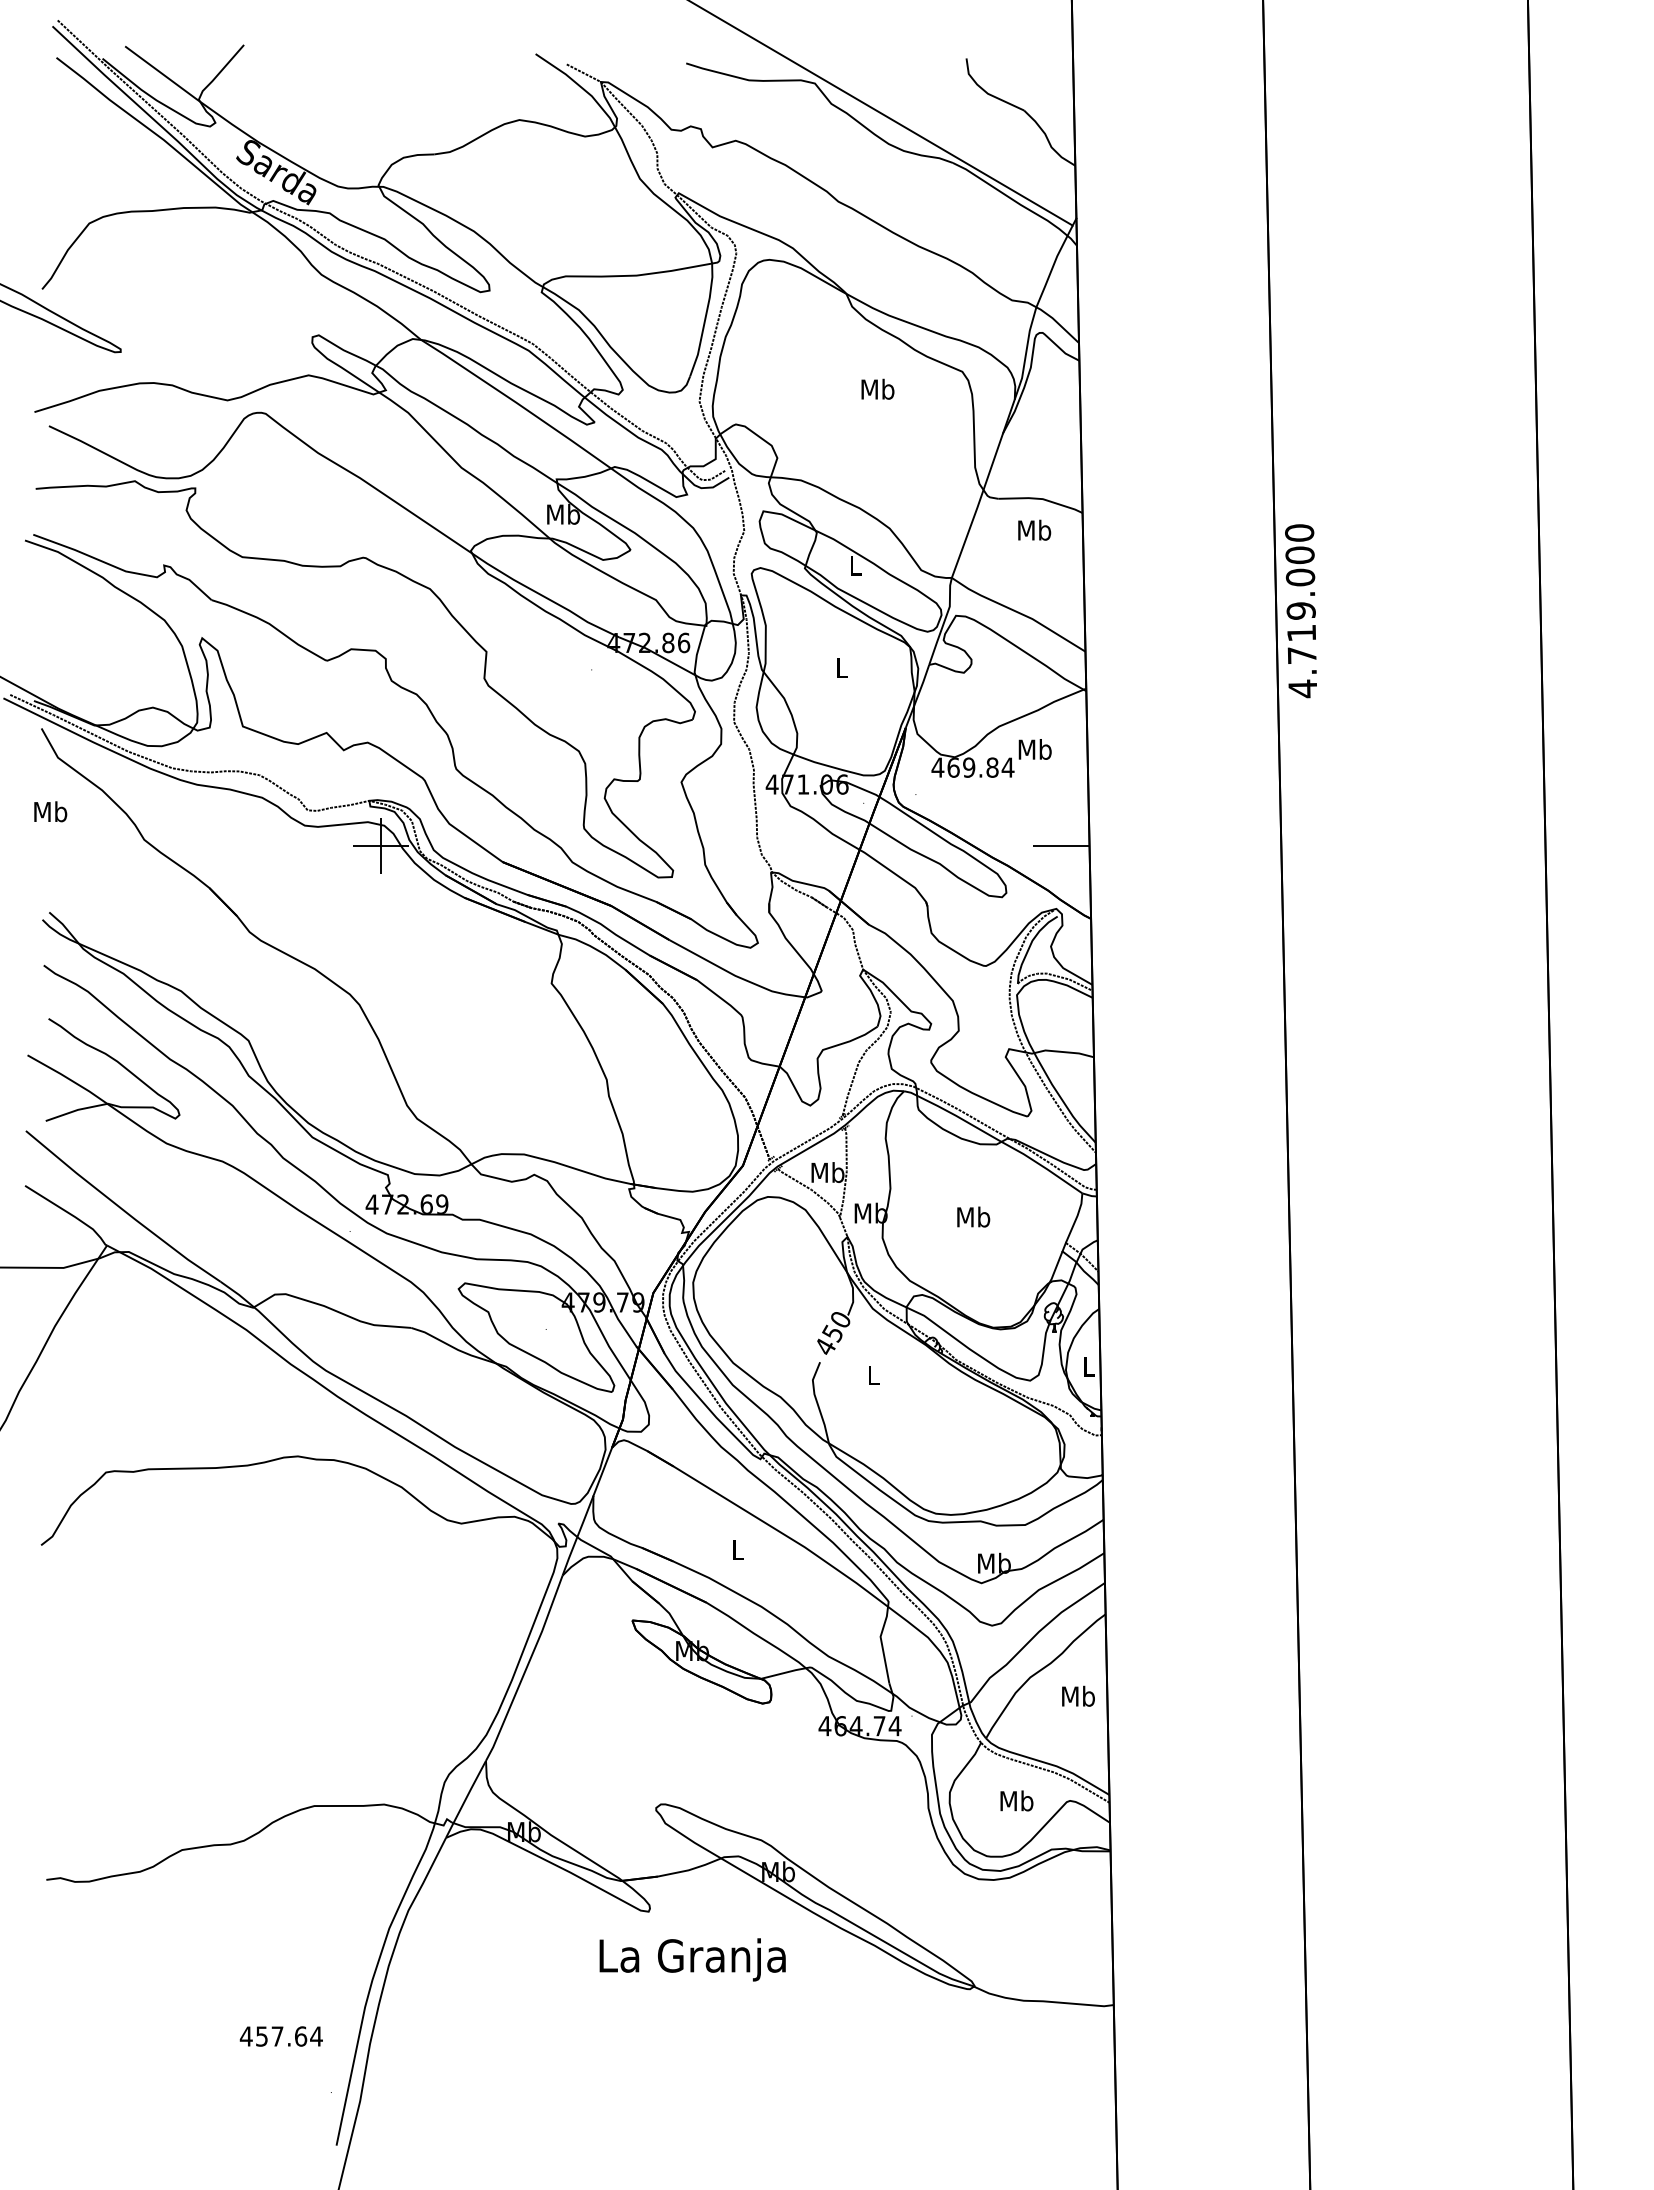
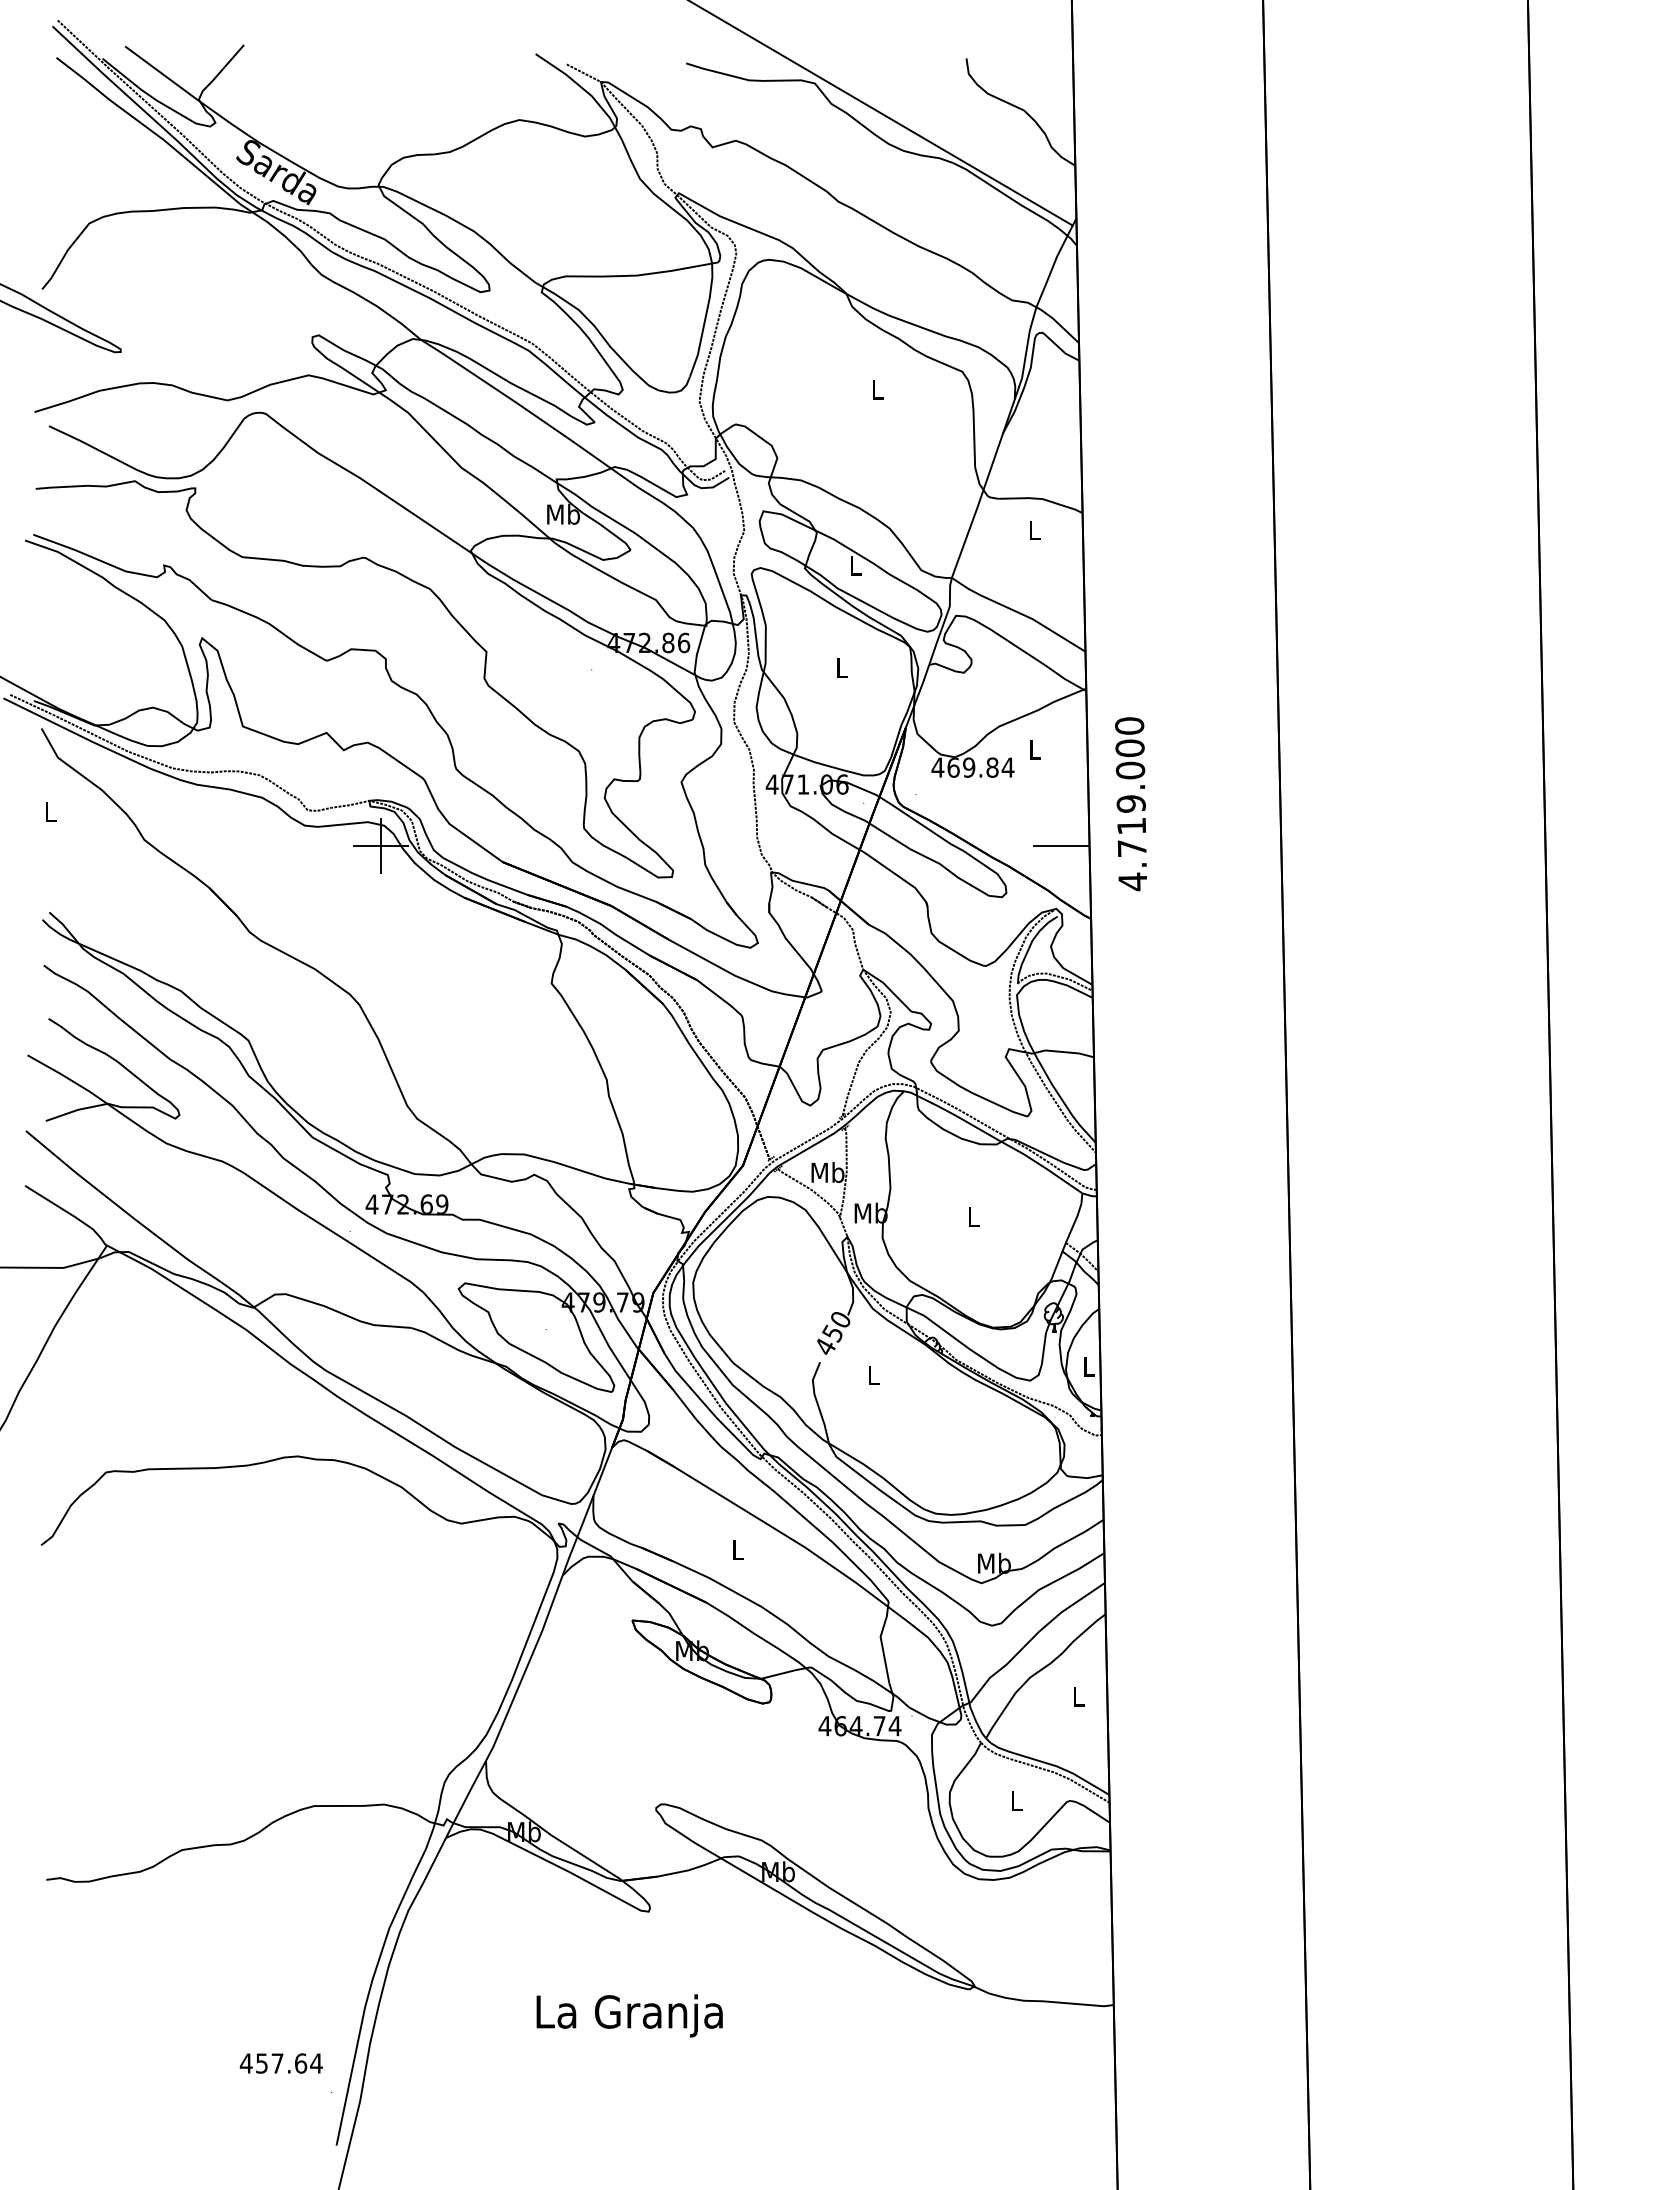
text at (877, 388): Mb -> L
text at (1034, 529): Mb -> L
text at (1300, 611) position: (1300, 611) -> (1130, 804)
text at (1034, 749): Mb -> L
text at (50, 811): Mb -> L
text at (973, 1216): Mb -> L
text at (1078, 1695): Mb -> L
text at (1016, 1800): Mb -> L
text at (692, 1959) position: (692, 1959) -> (629, 2015)
text at (280, 2036) position: (280, 2036) -> (280, 2063)
